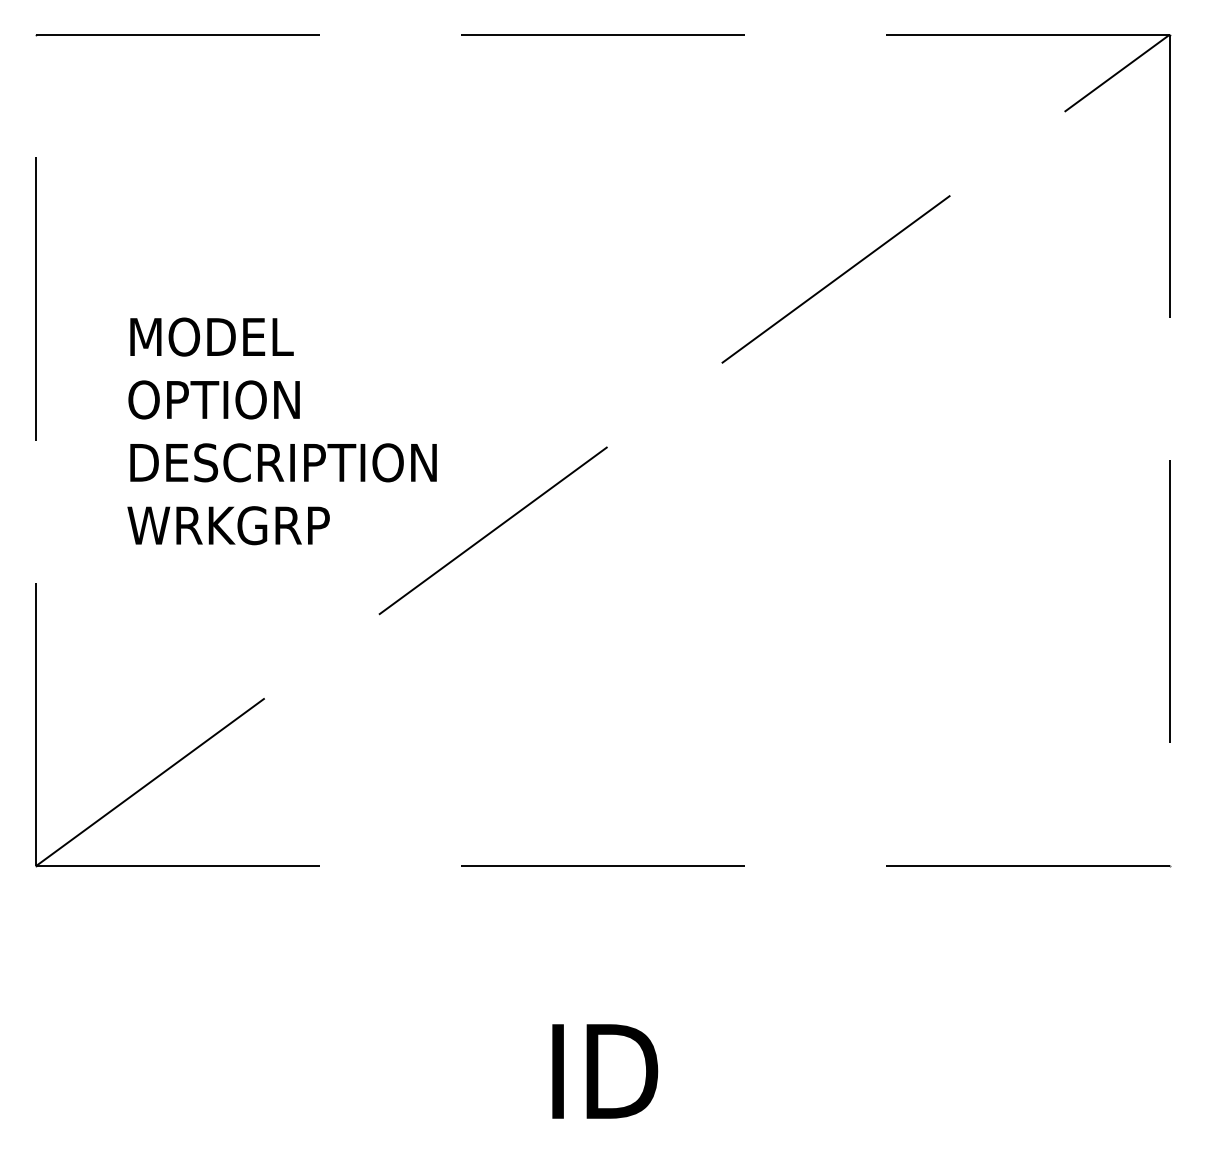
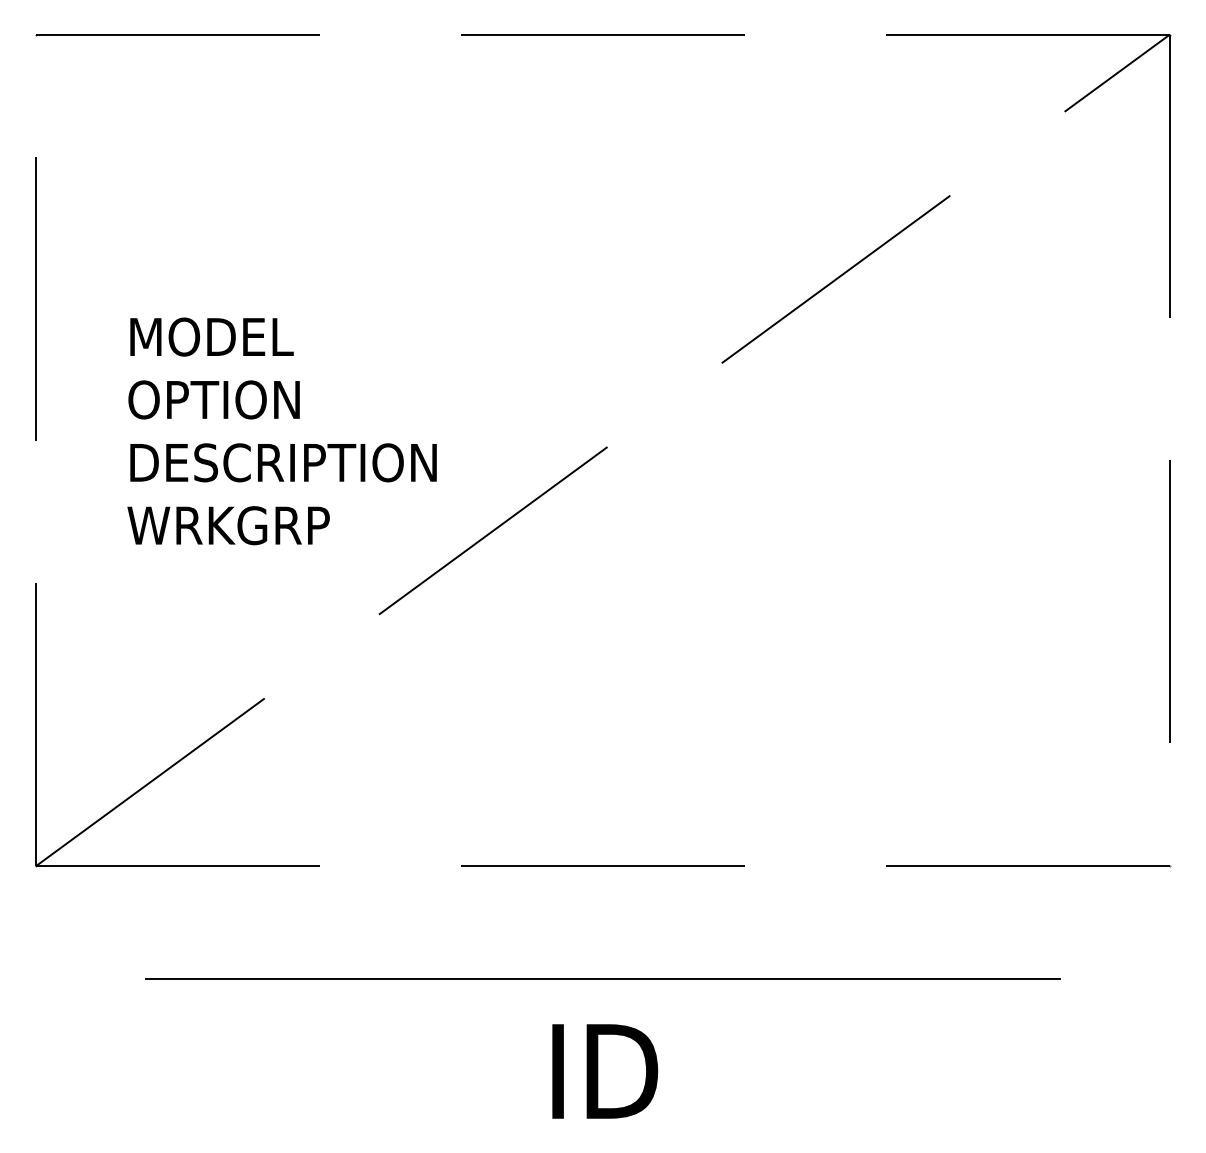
line at (602, 979): none -> present
